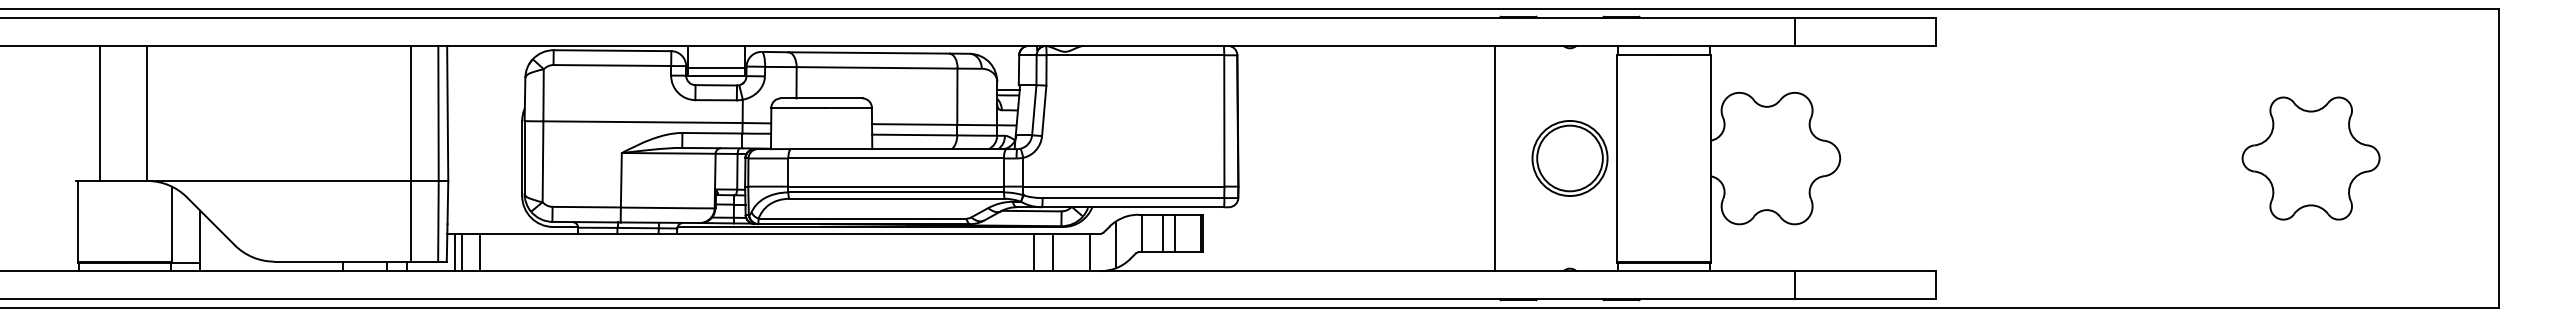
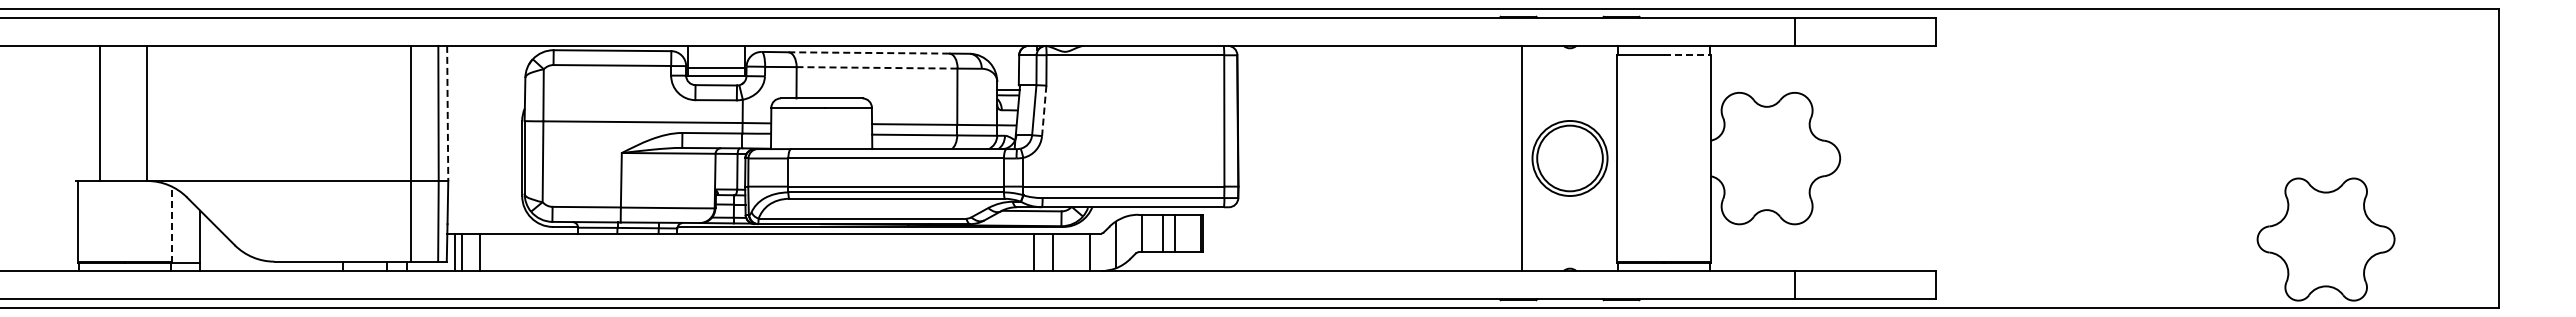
line at (869, 52): solid -> dashed
line at (1687, 55): solid -> dashed
line at (876, 67): solid -> dashed
line at (1044, 111): solid -> dashed
line at (447, 113): solid -> dashed
line at (1494, 158) position: (1494, 158) -> (1521, 158)
part at (2310, 158) position: (2310, 158) -> (2325, 239)
line at (172, 224): solid -> dashed
